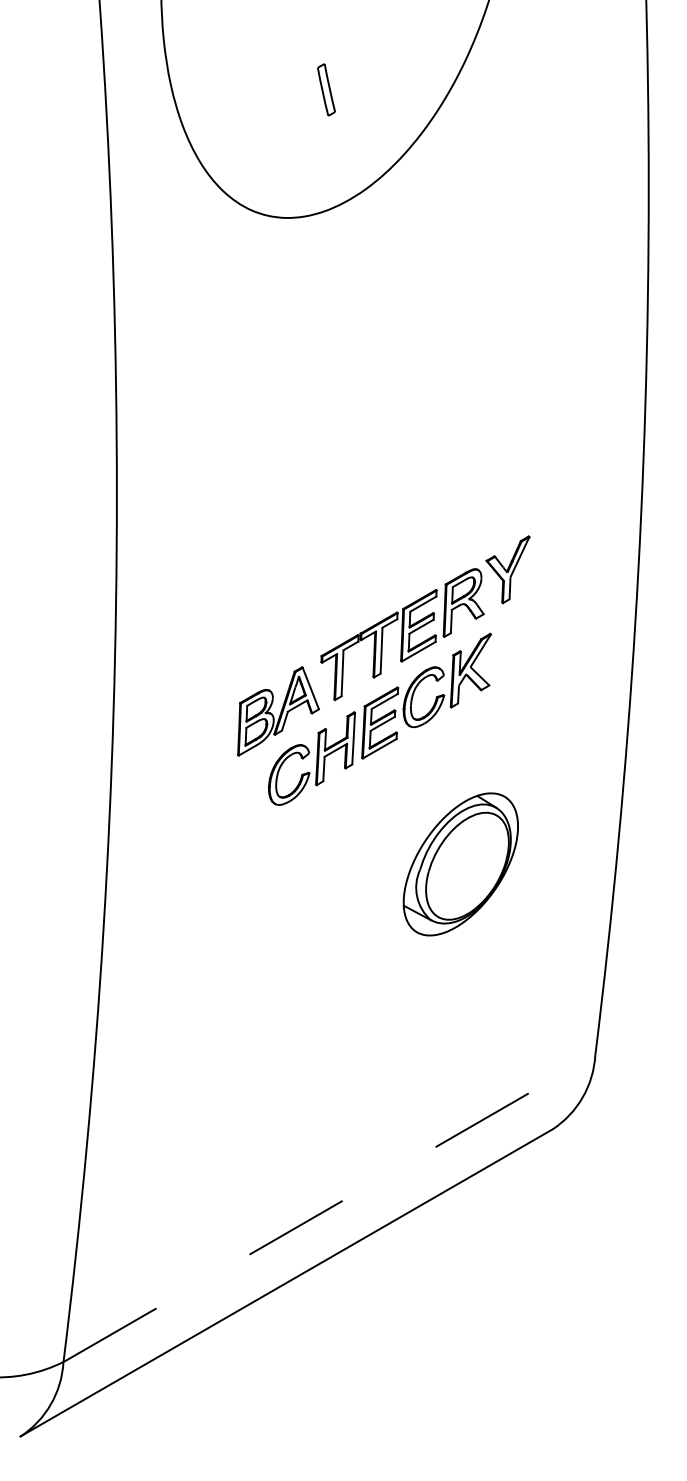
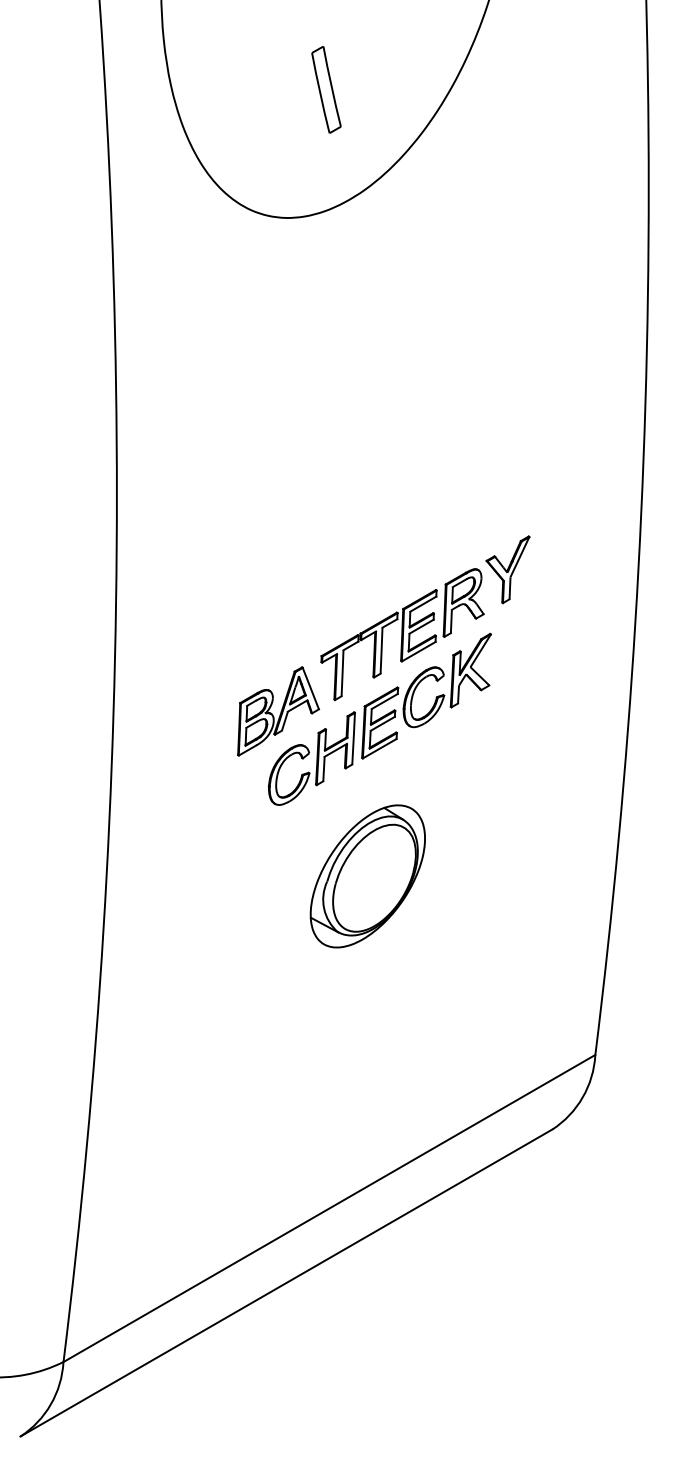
part at (326, 89) size: 19x54 px -> 31x88 px
part at (460, 864) position: (460, 864) -> (367, 876)
line at (329, 1208): dashed -> solid
